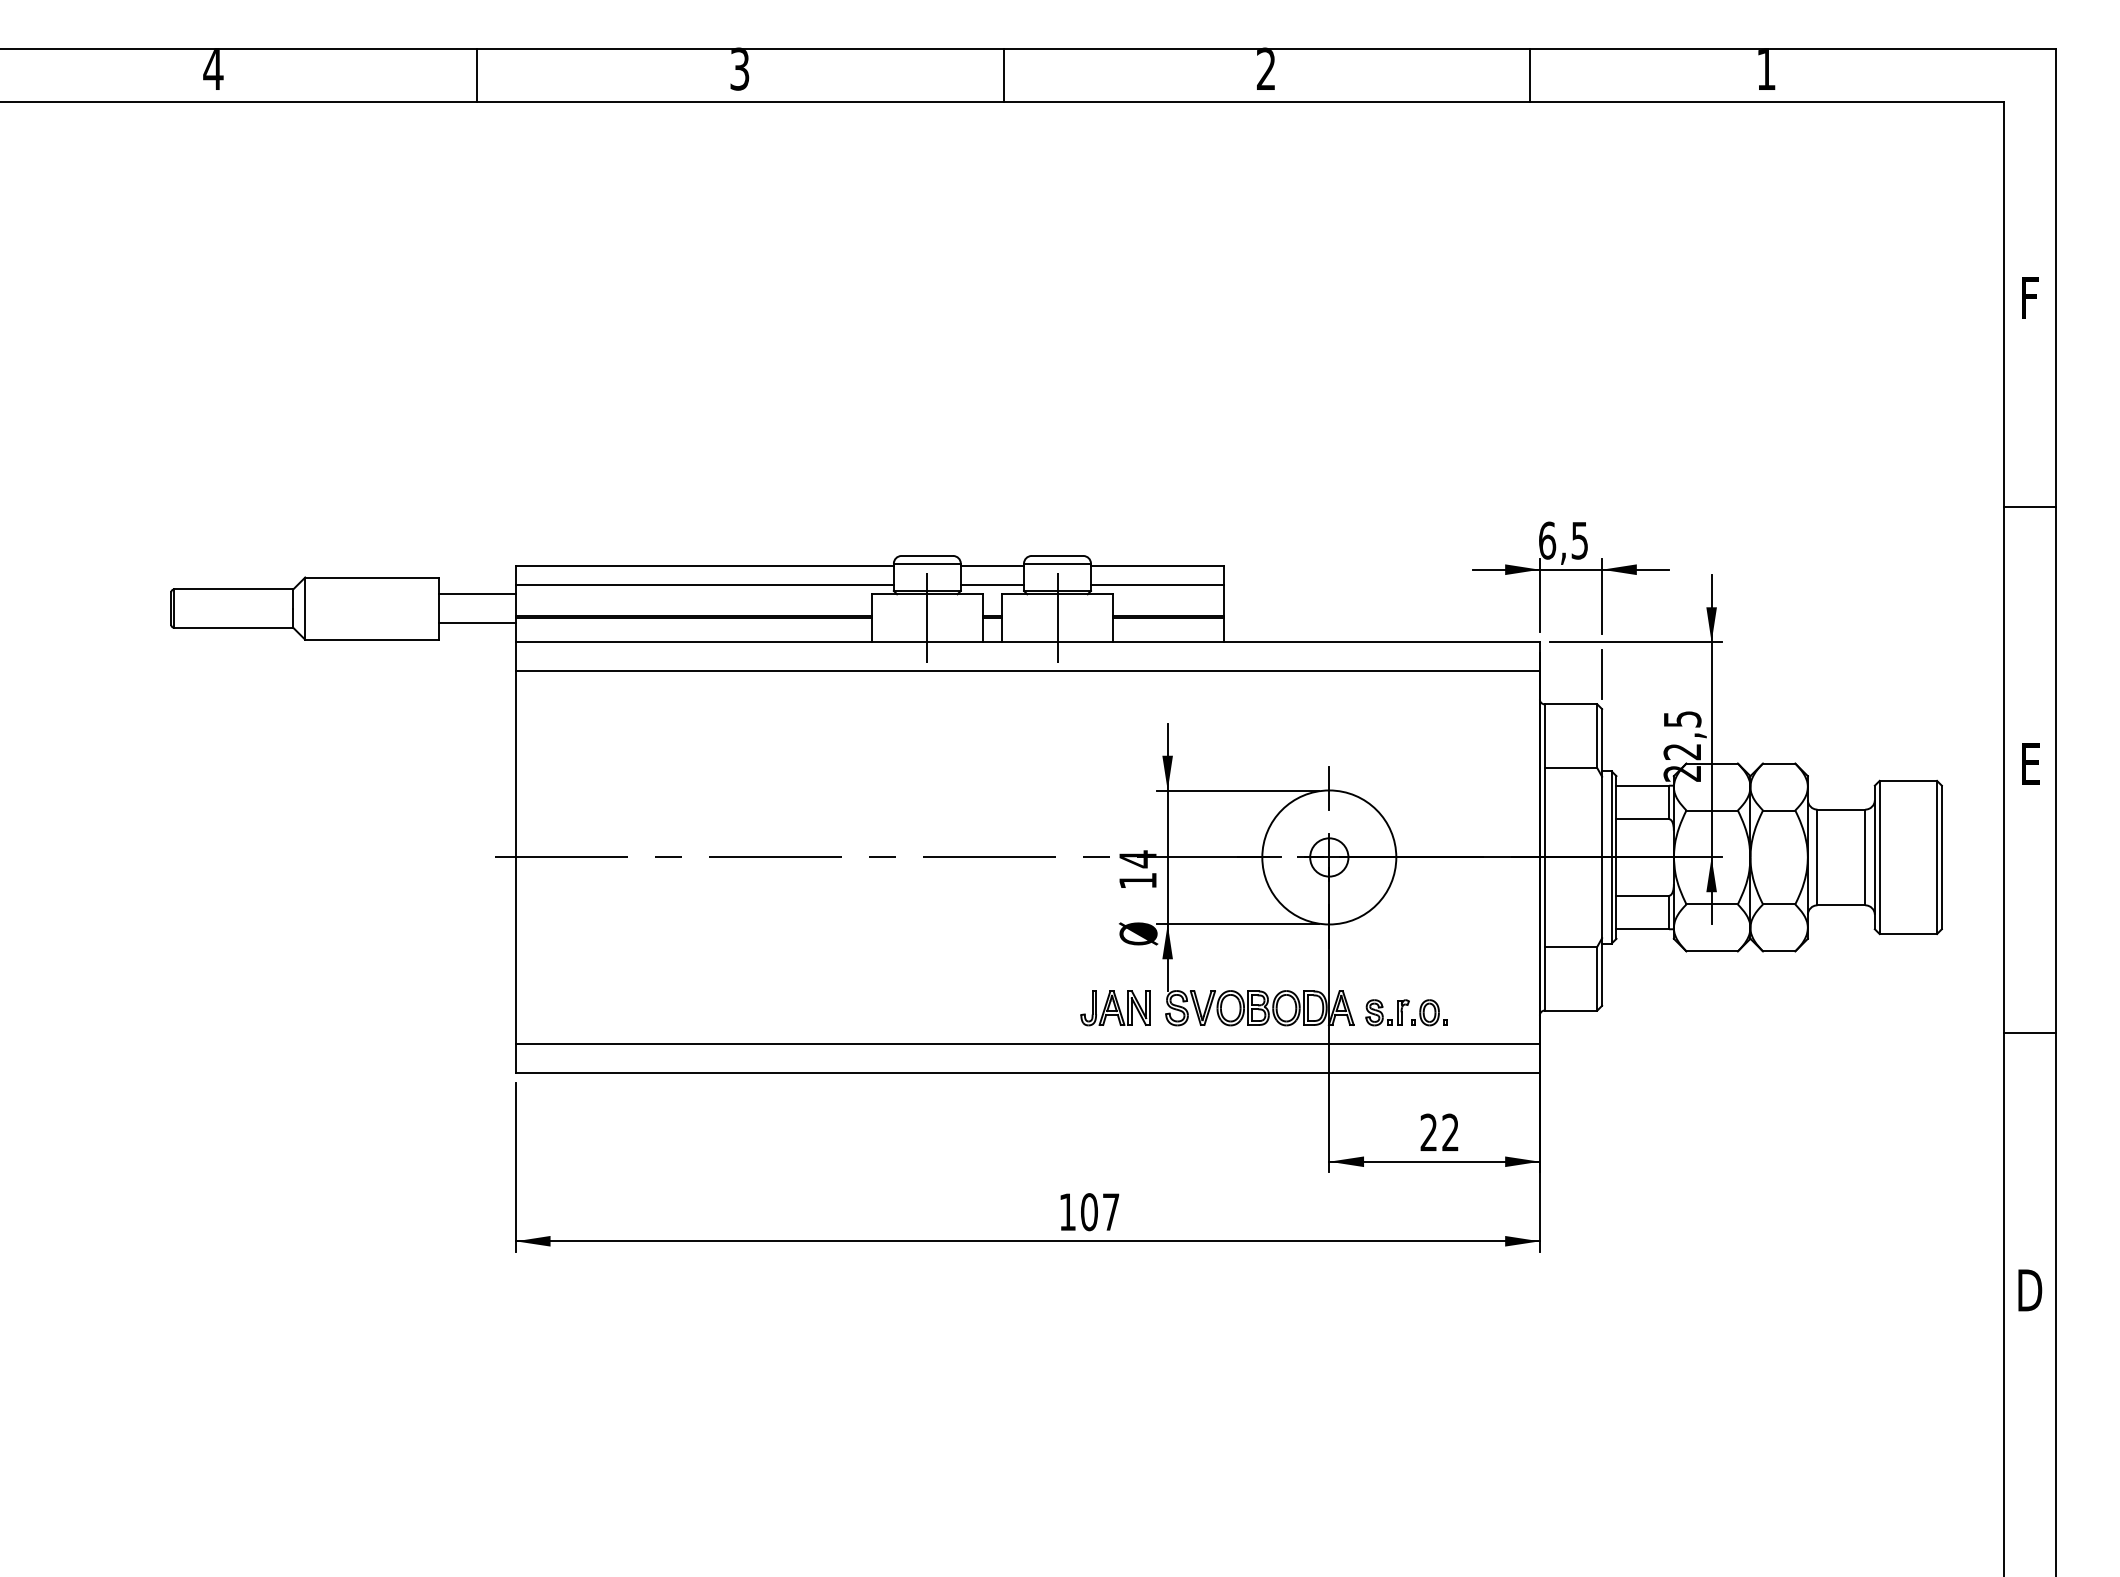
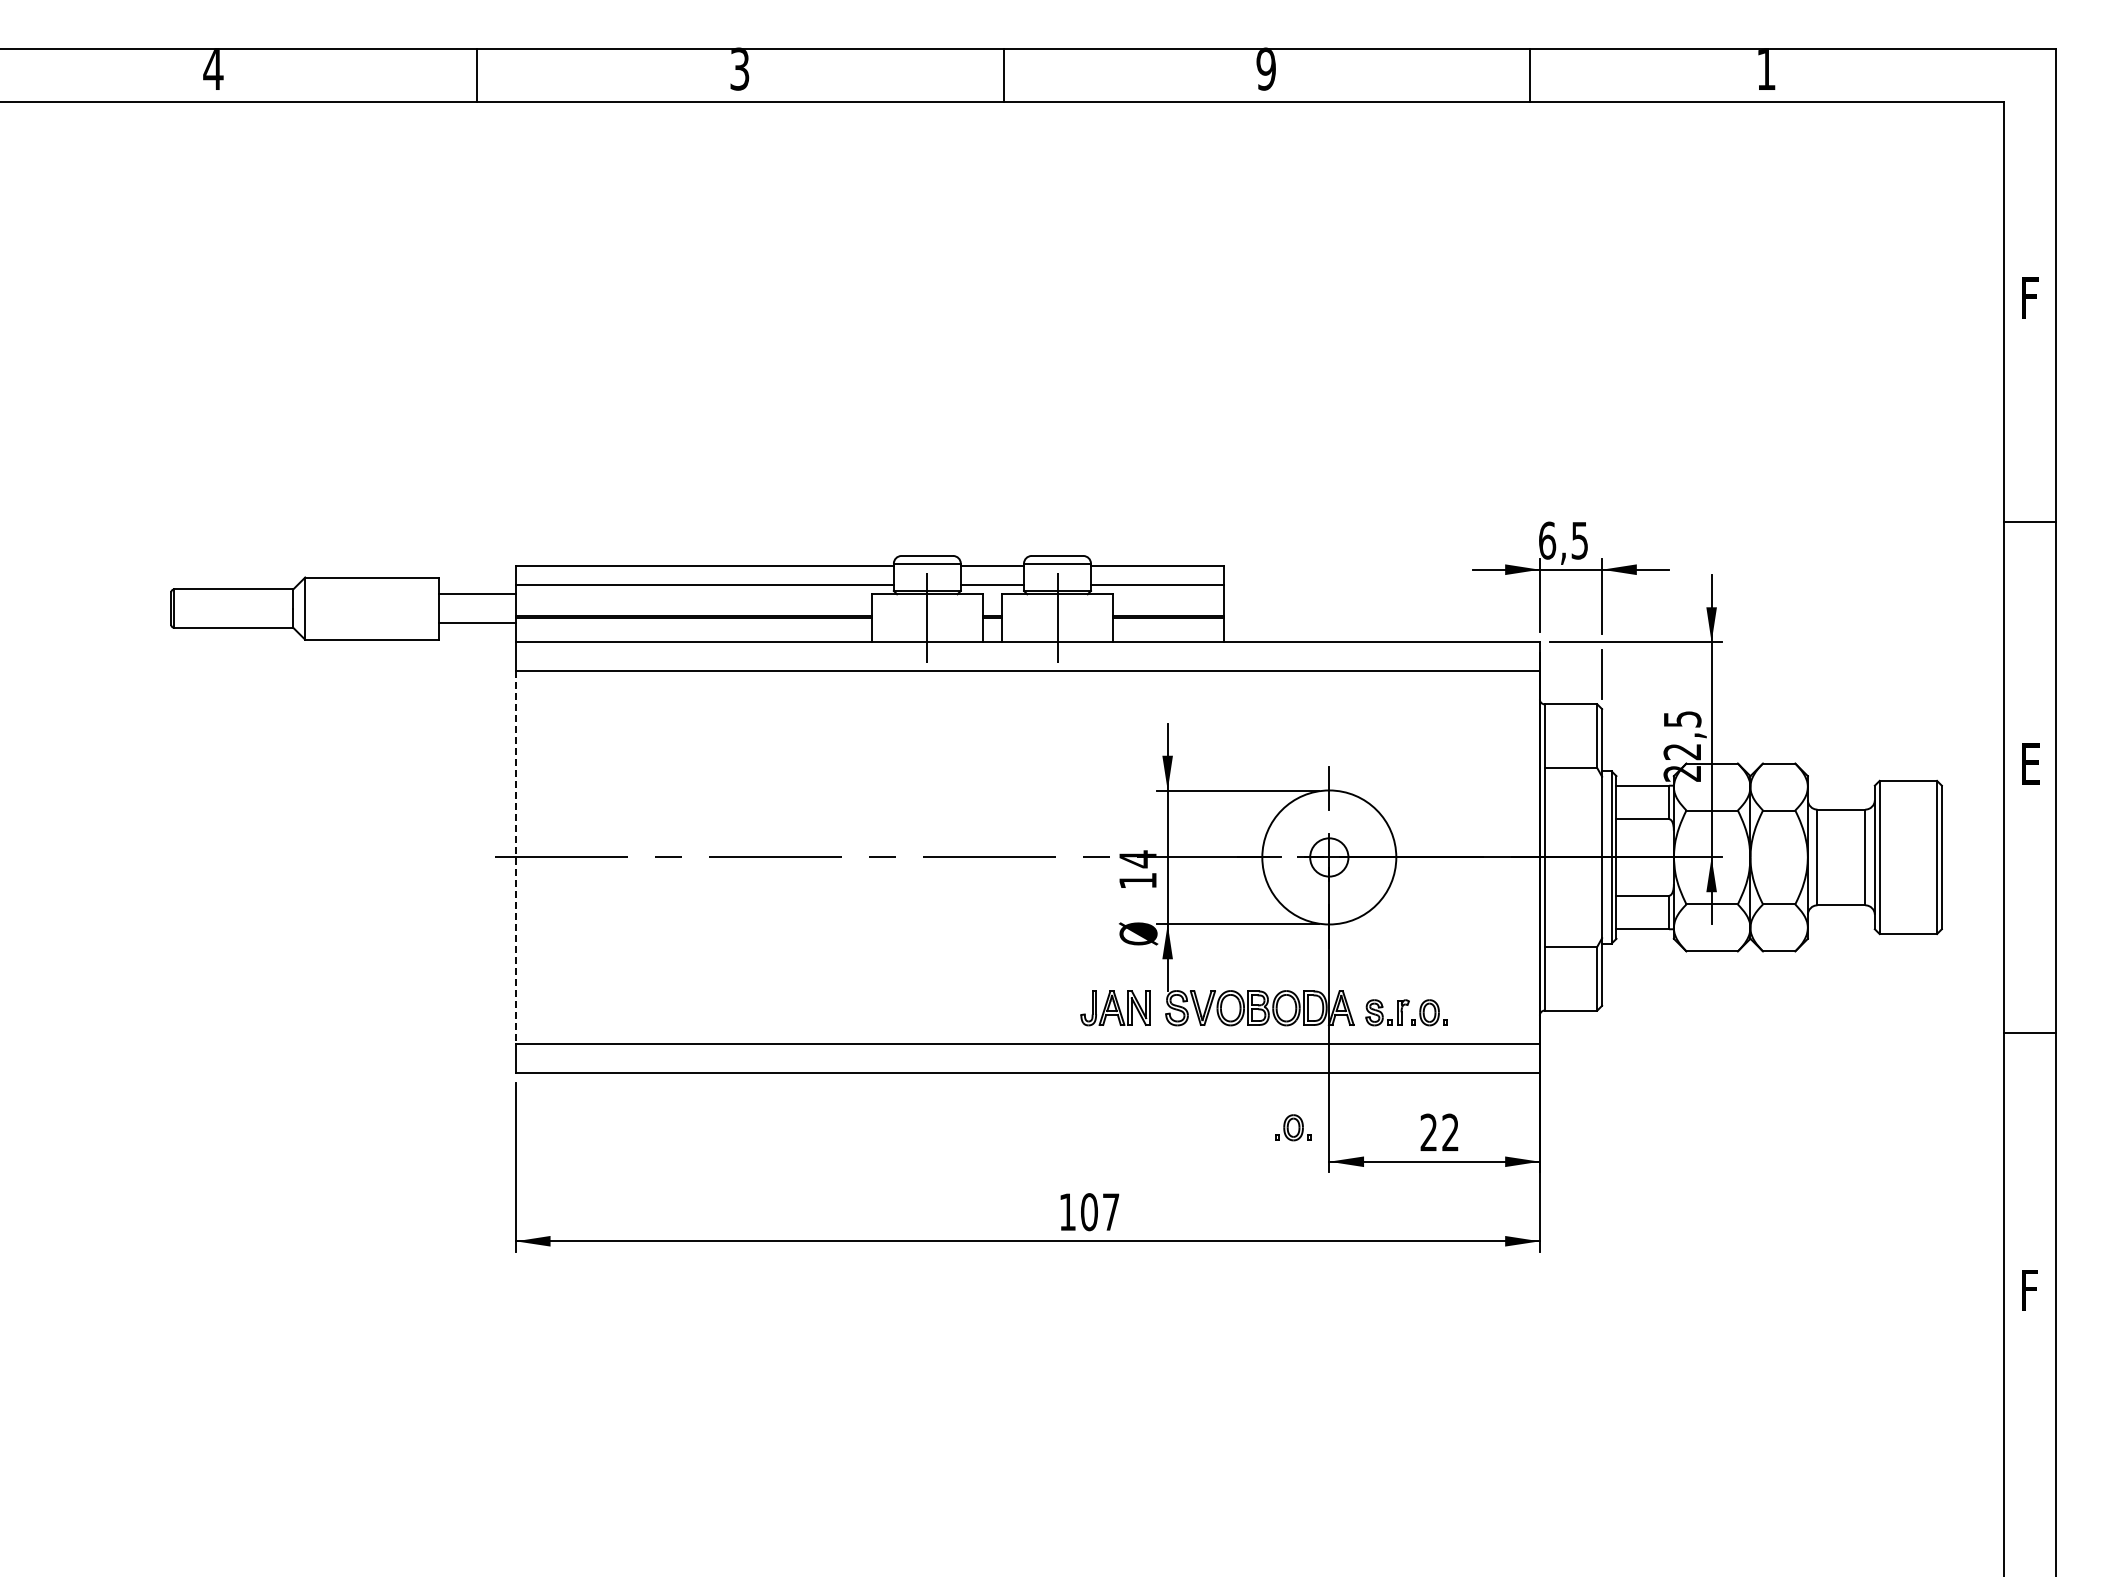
text at (1265, 68): 2 -> 9
line at (2029, 506) position: (2029, 506) -> (2029, 521)
line at (515, 857): solid -> dashed
part at (1293, 1127): none -> present
text at (2030, 1290): D -> F
